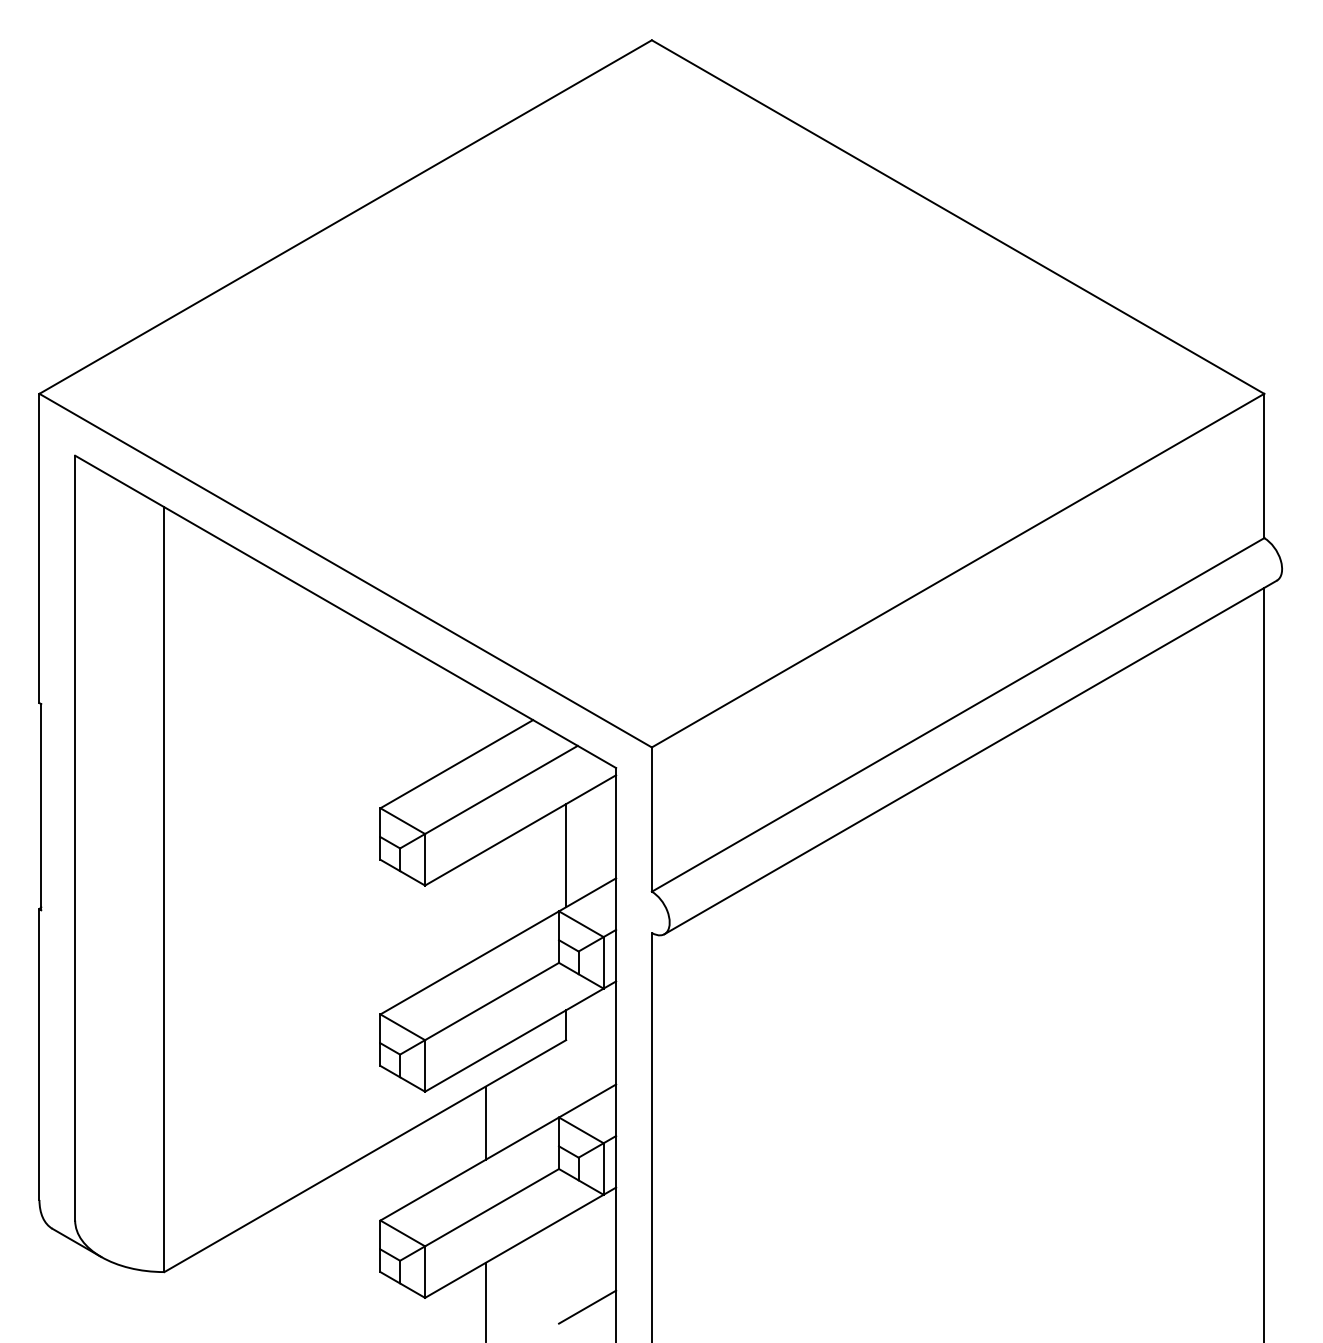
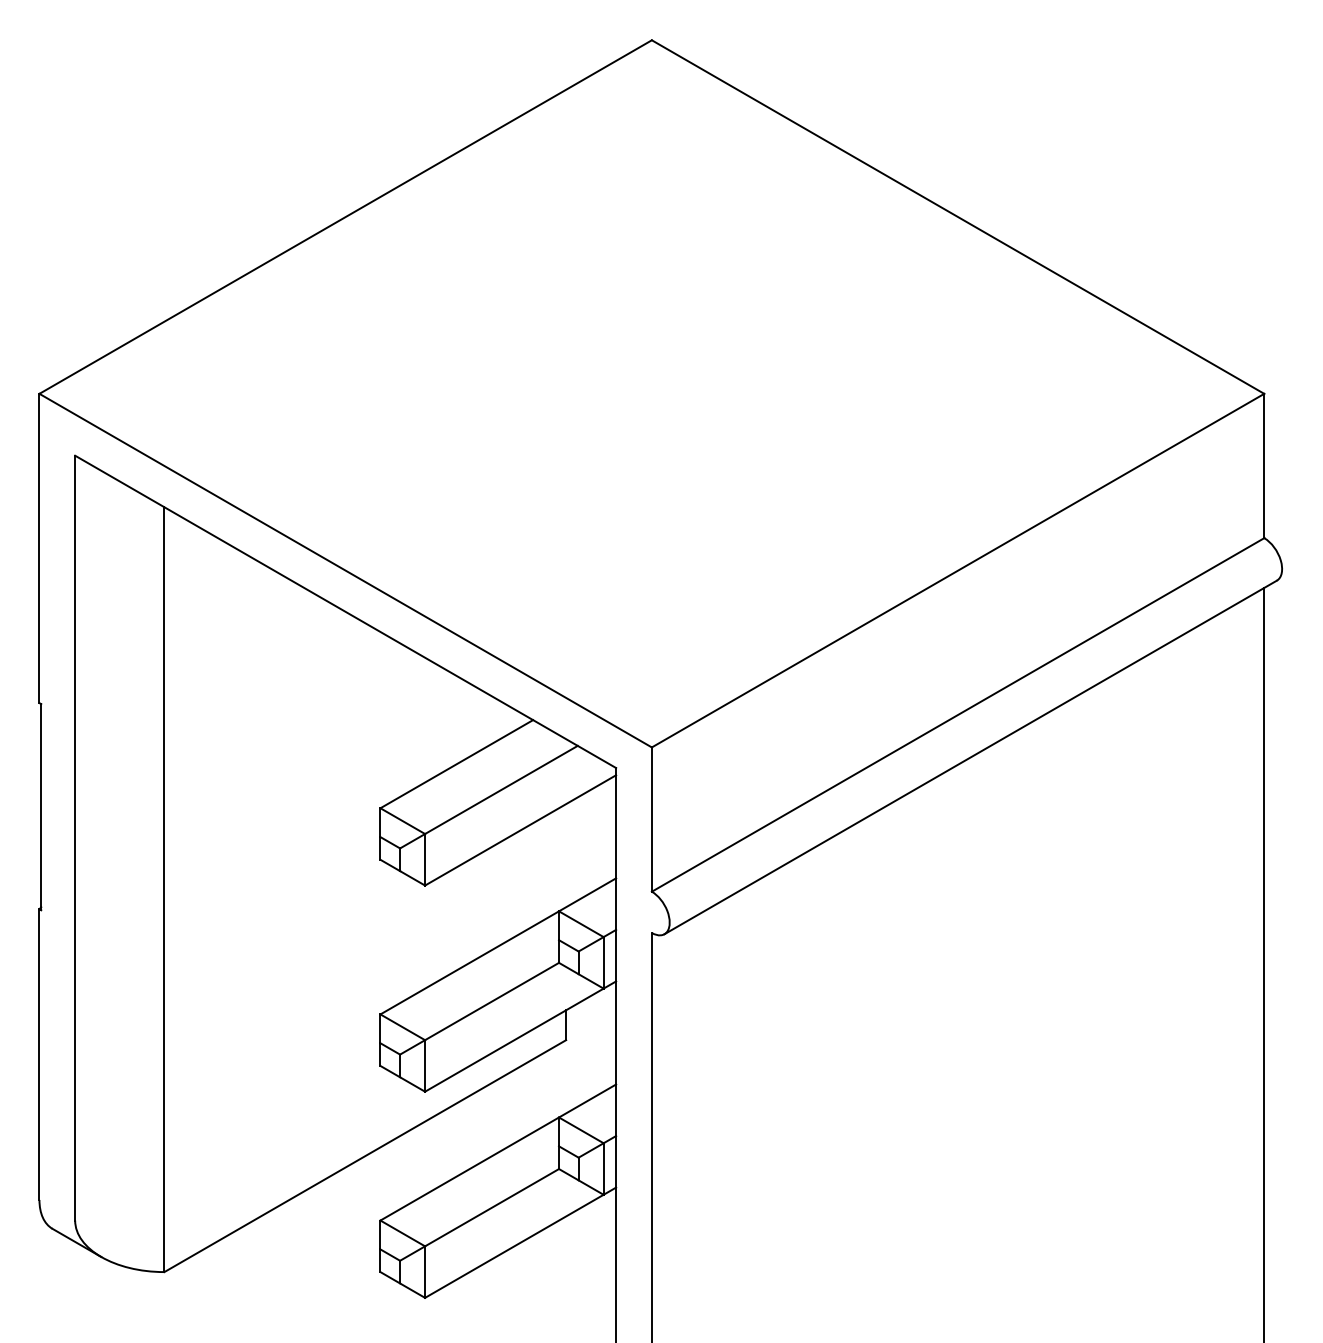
line at (566, 855): present -> none
line at (485, 1122): present -> none
line at (485, 1300): present -> none
line at (587, 1306): present -> none
